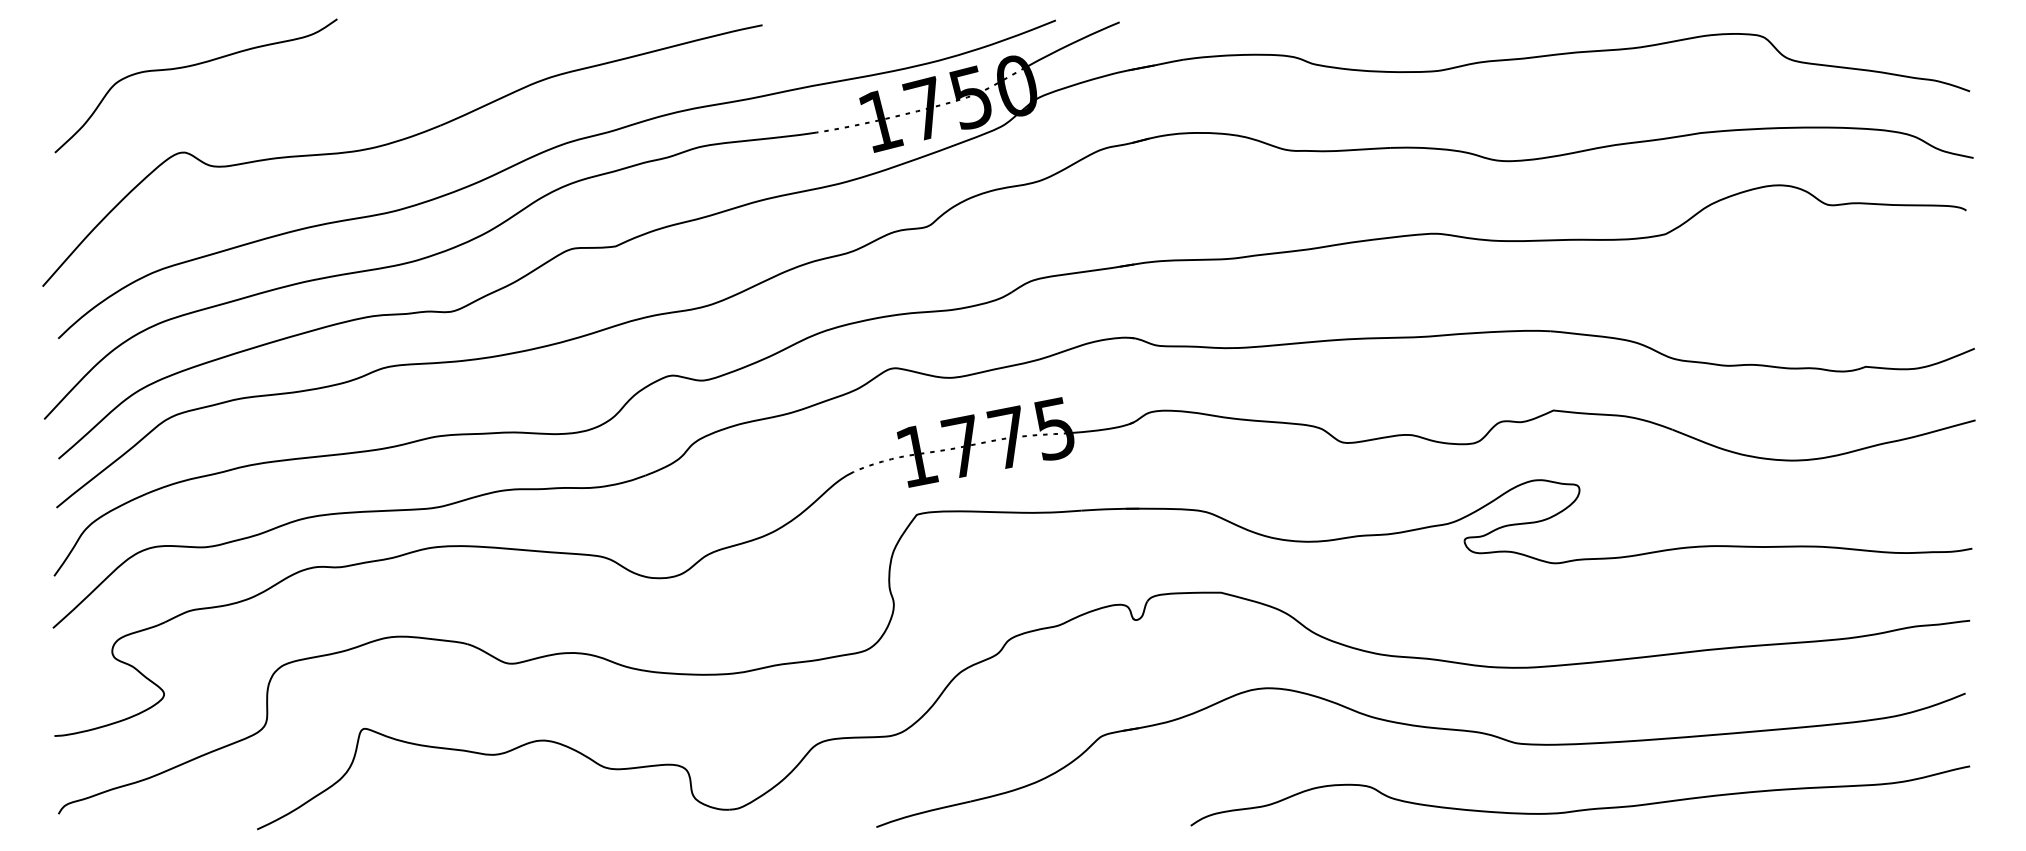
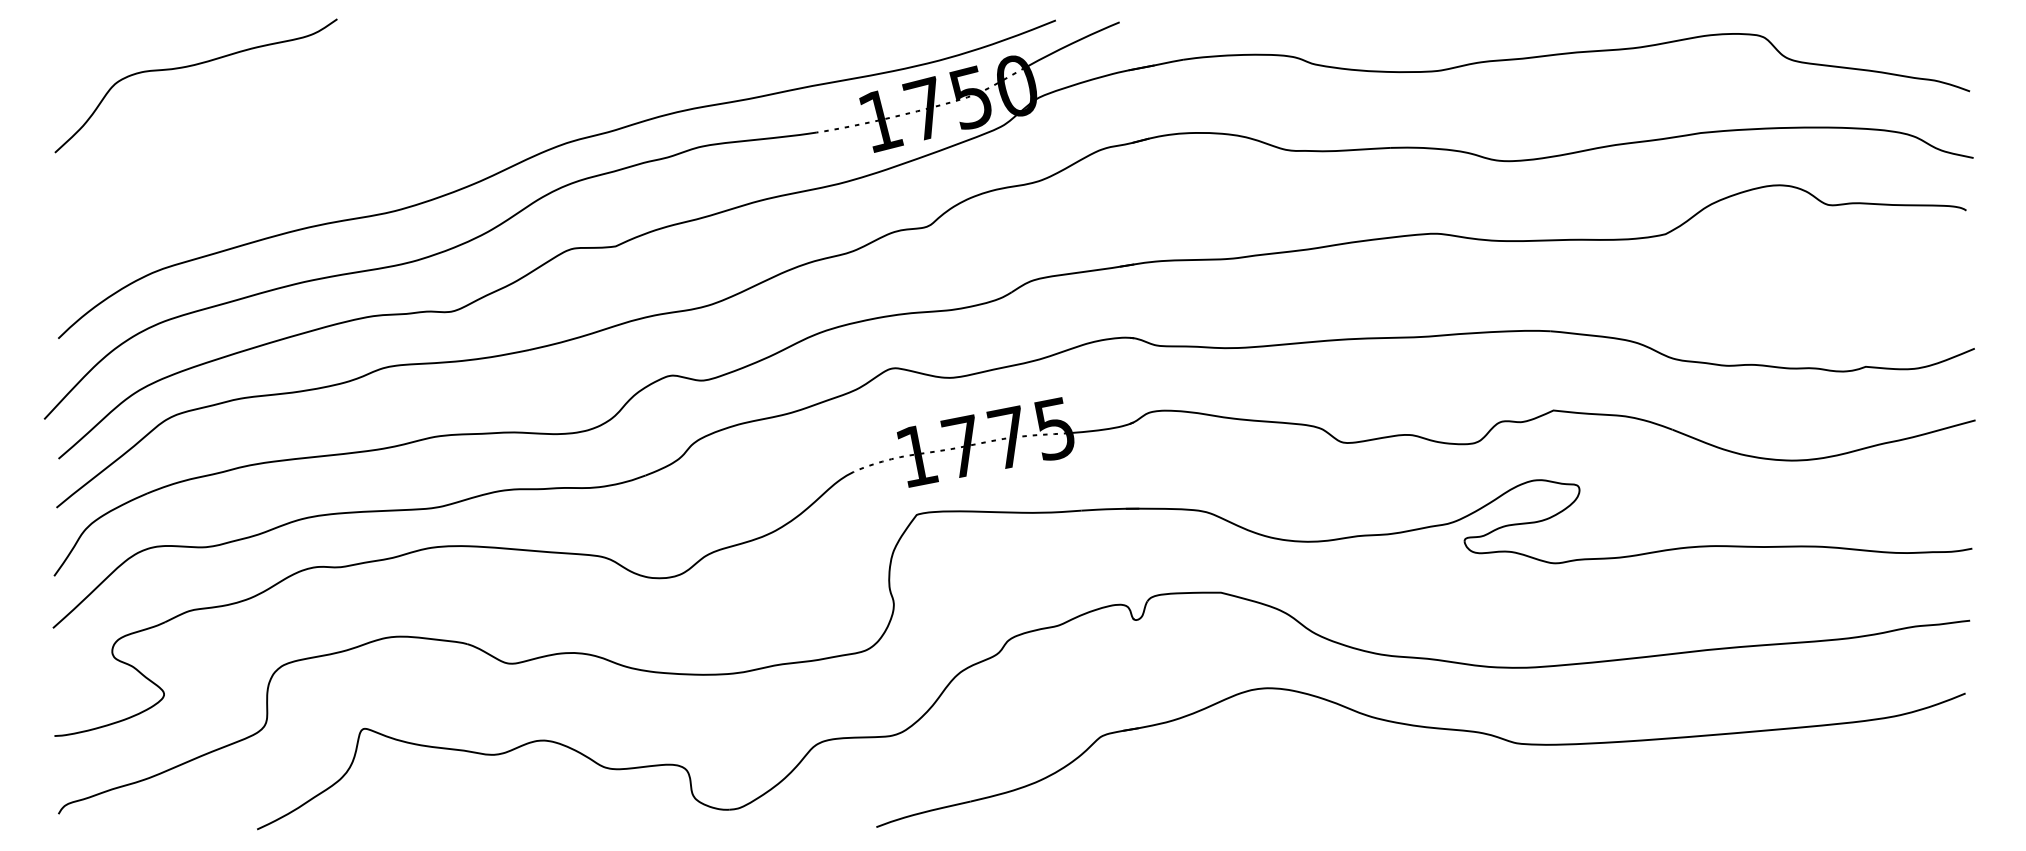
part at (397, 142): present -> none
curve at (1580, 809): present -> none
